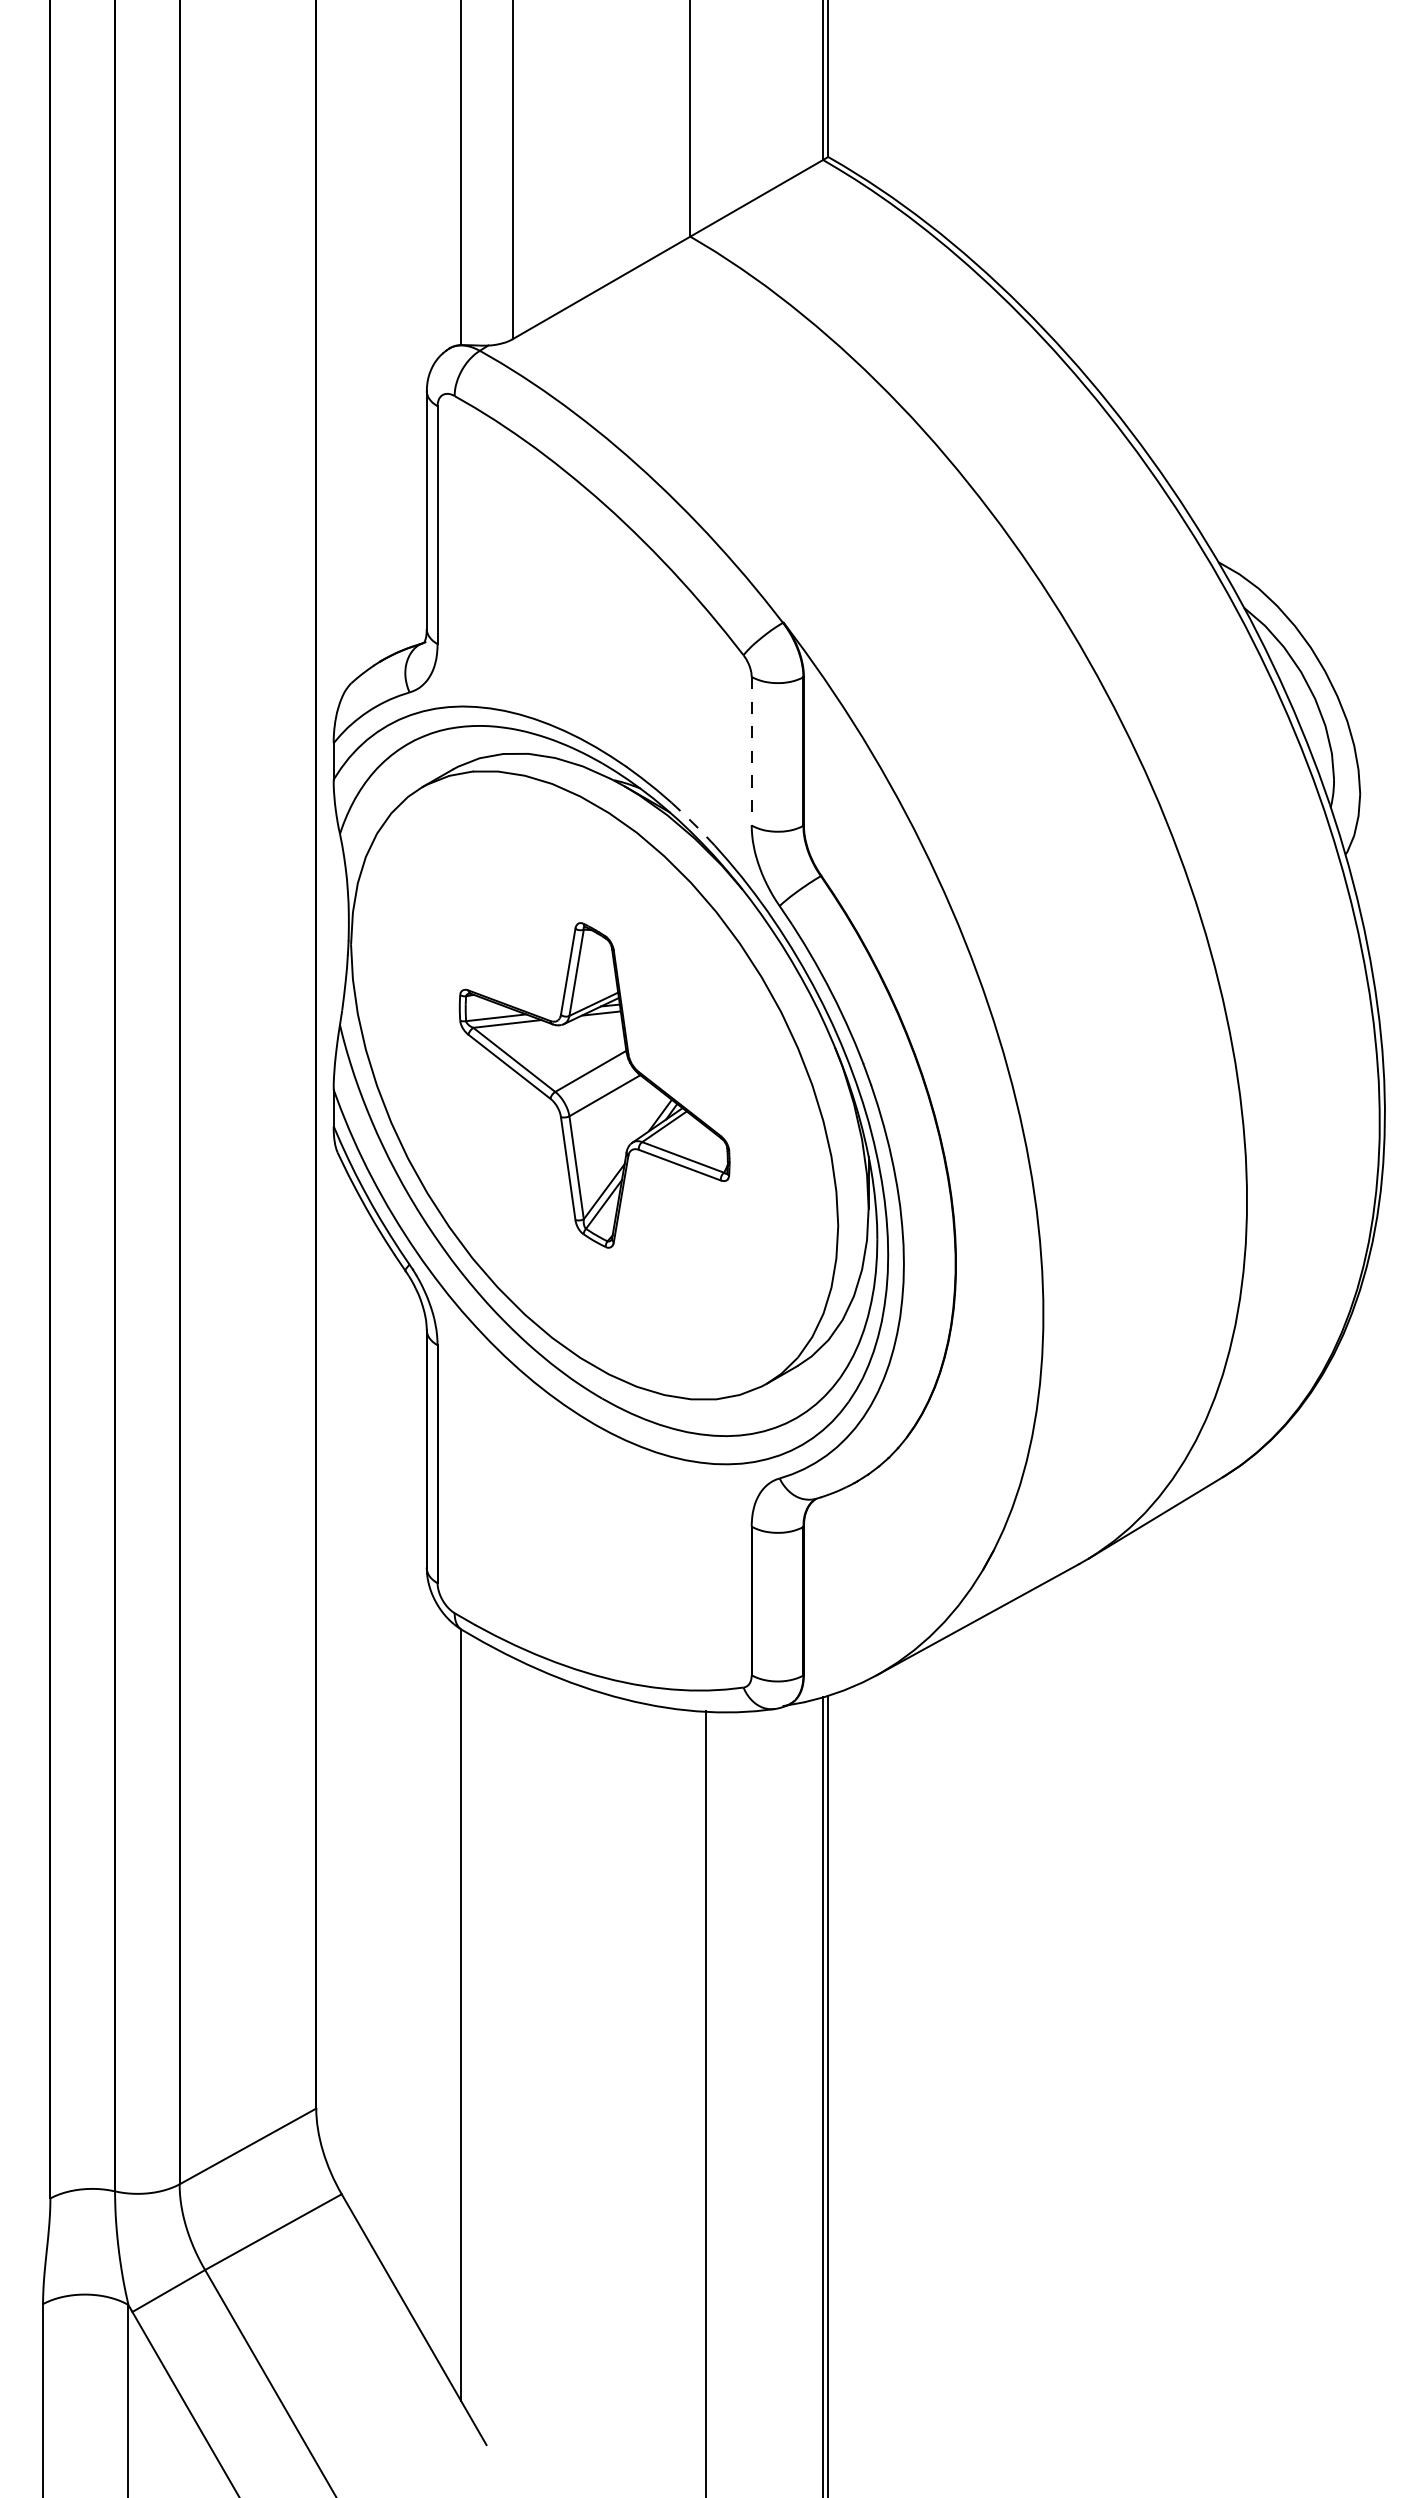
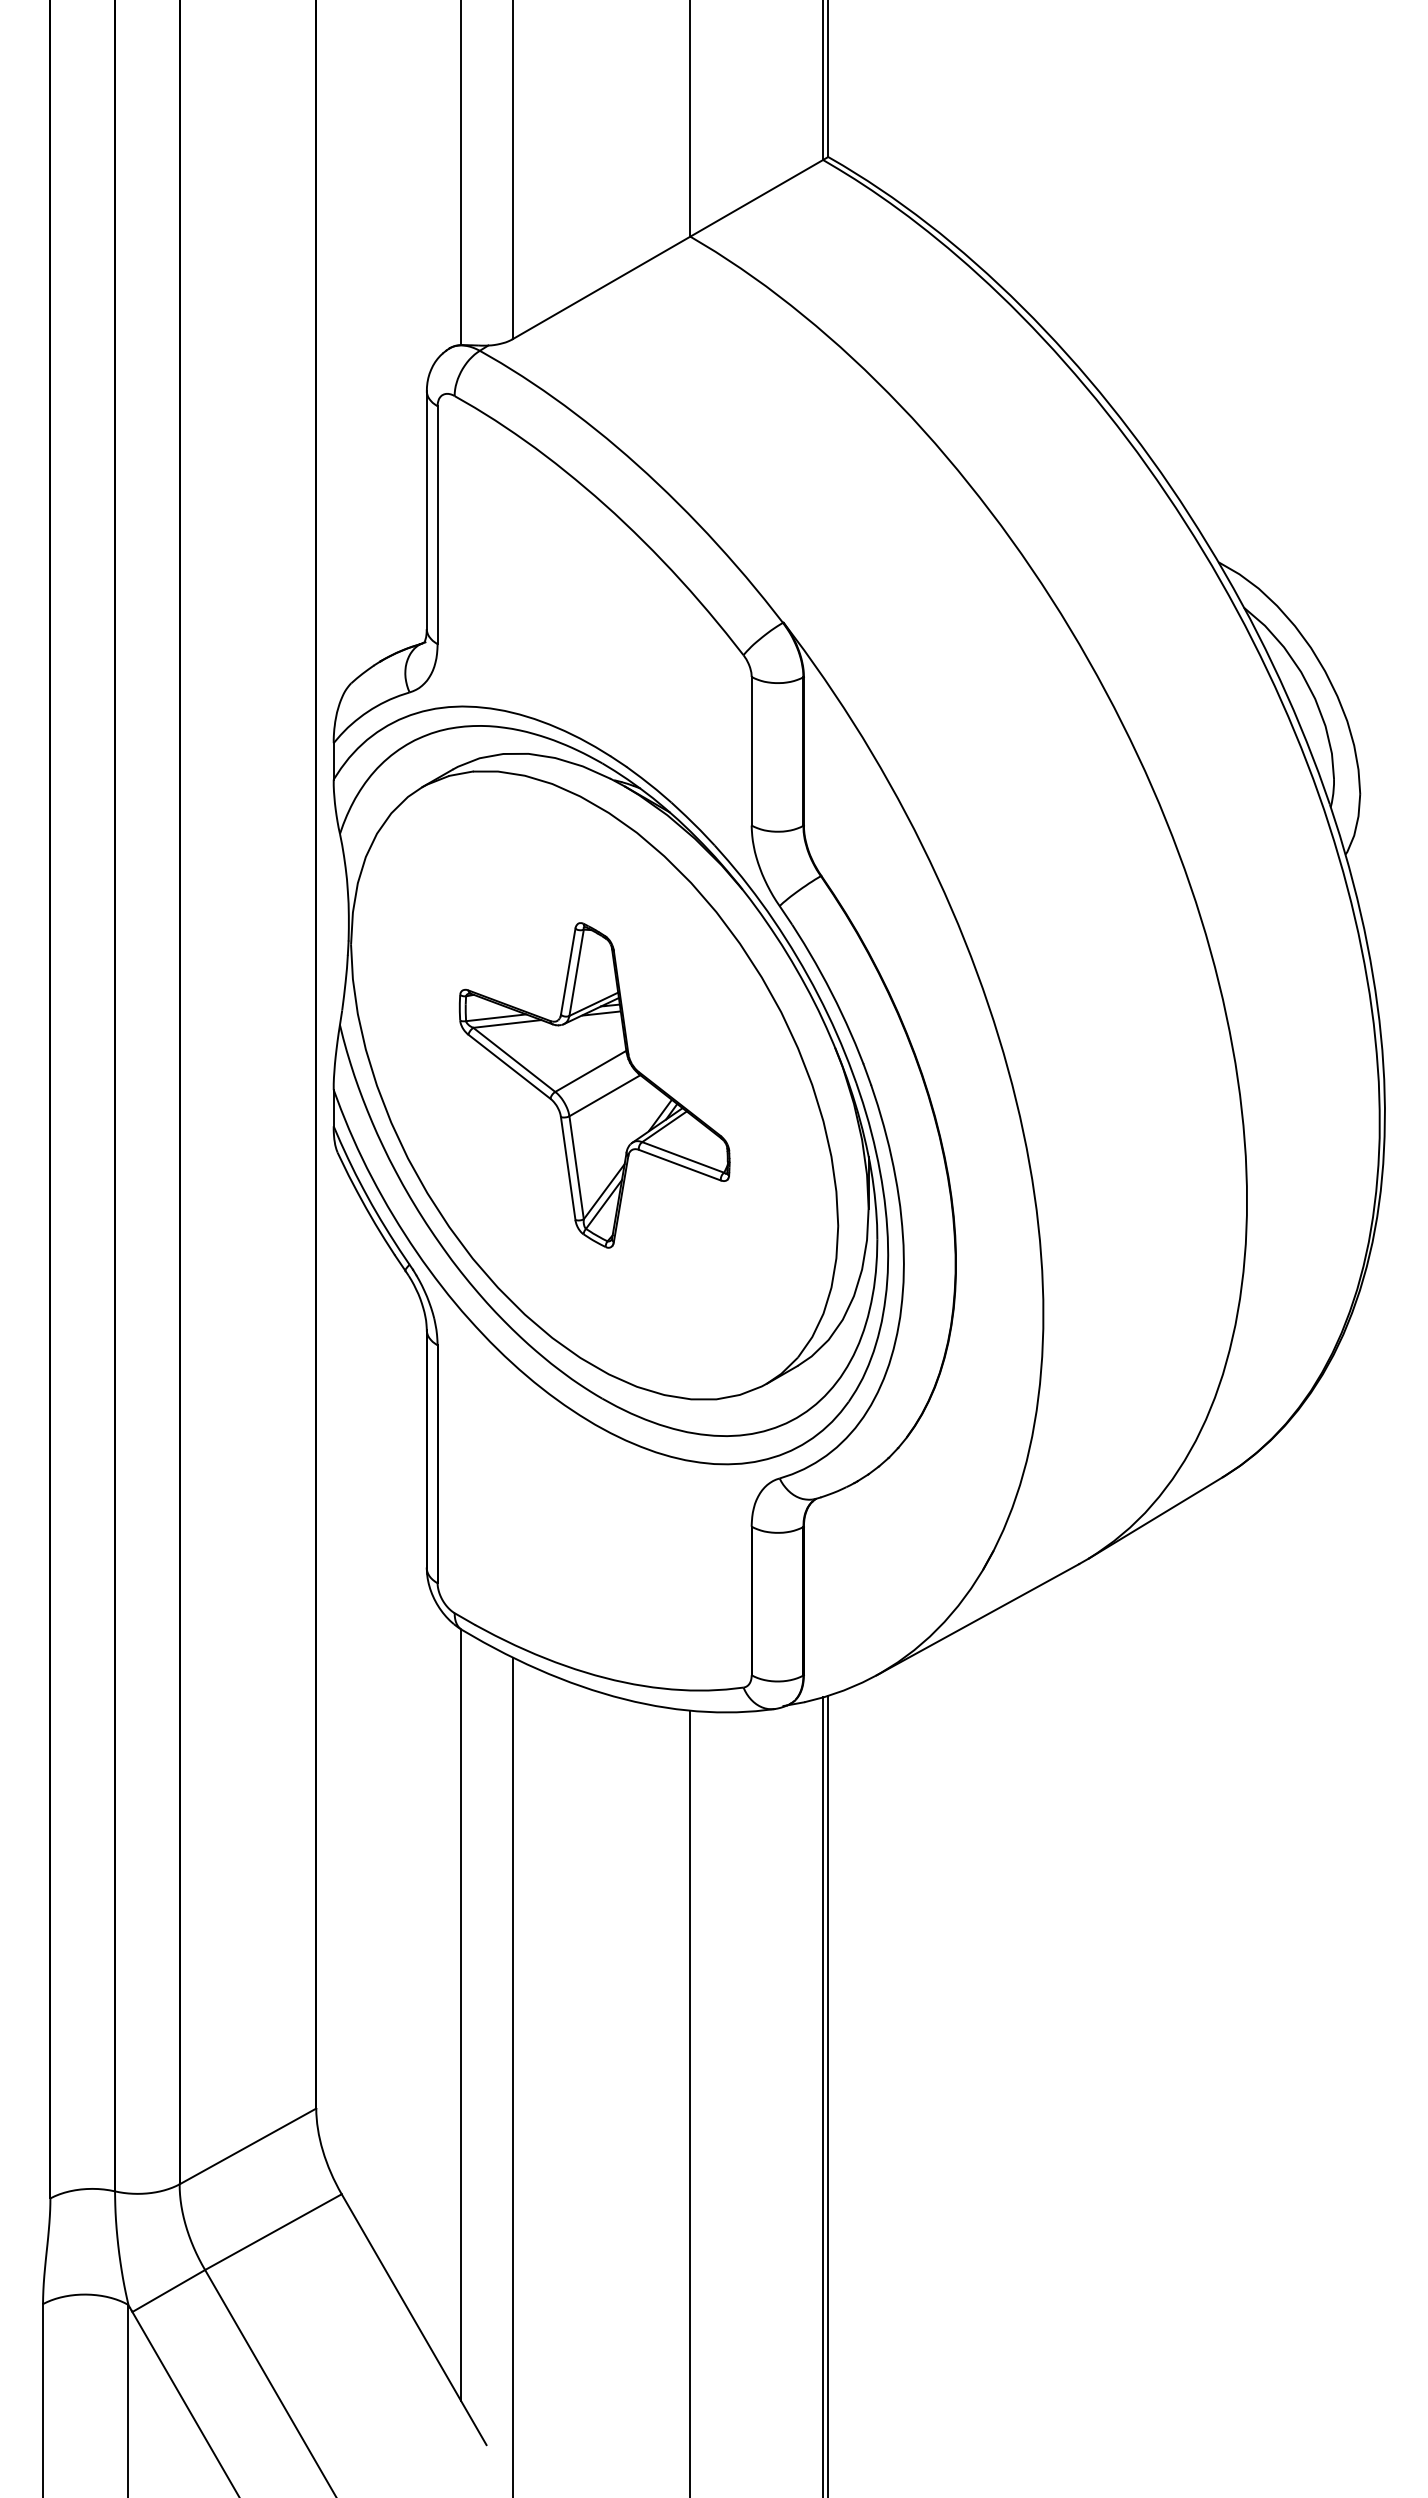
line at (751, 751): dashed -> solid
line at (693, 823): dashed -> solid
line at (512, 2075): none -> present
line at (706, 2102) position: (706, 2102) -> (690, 2102)
